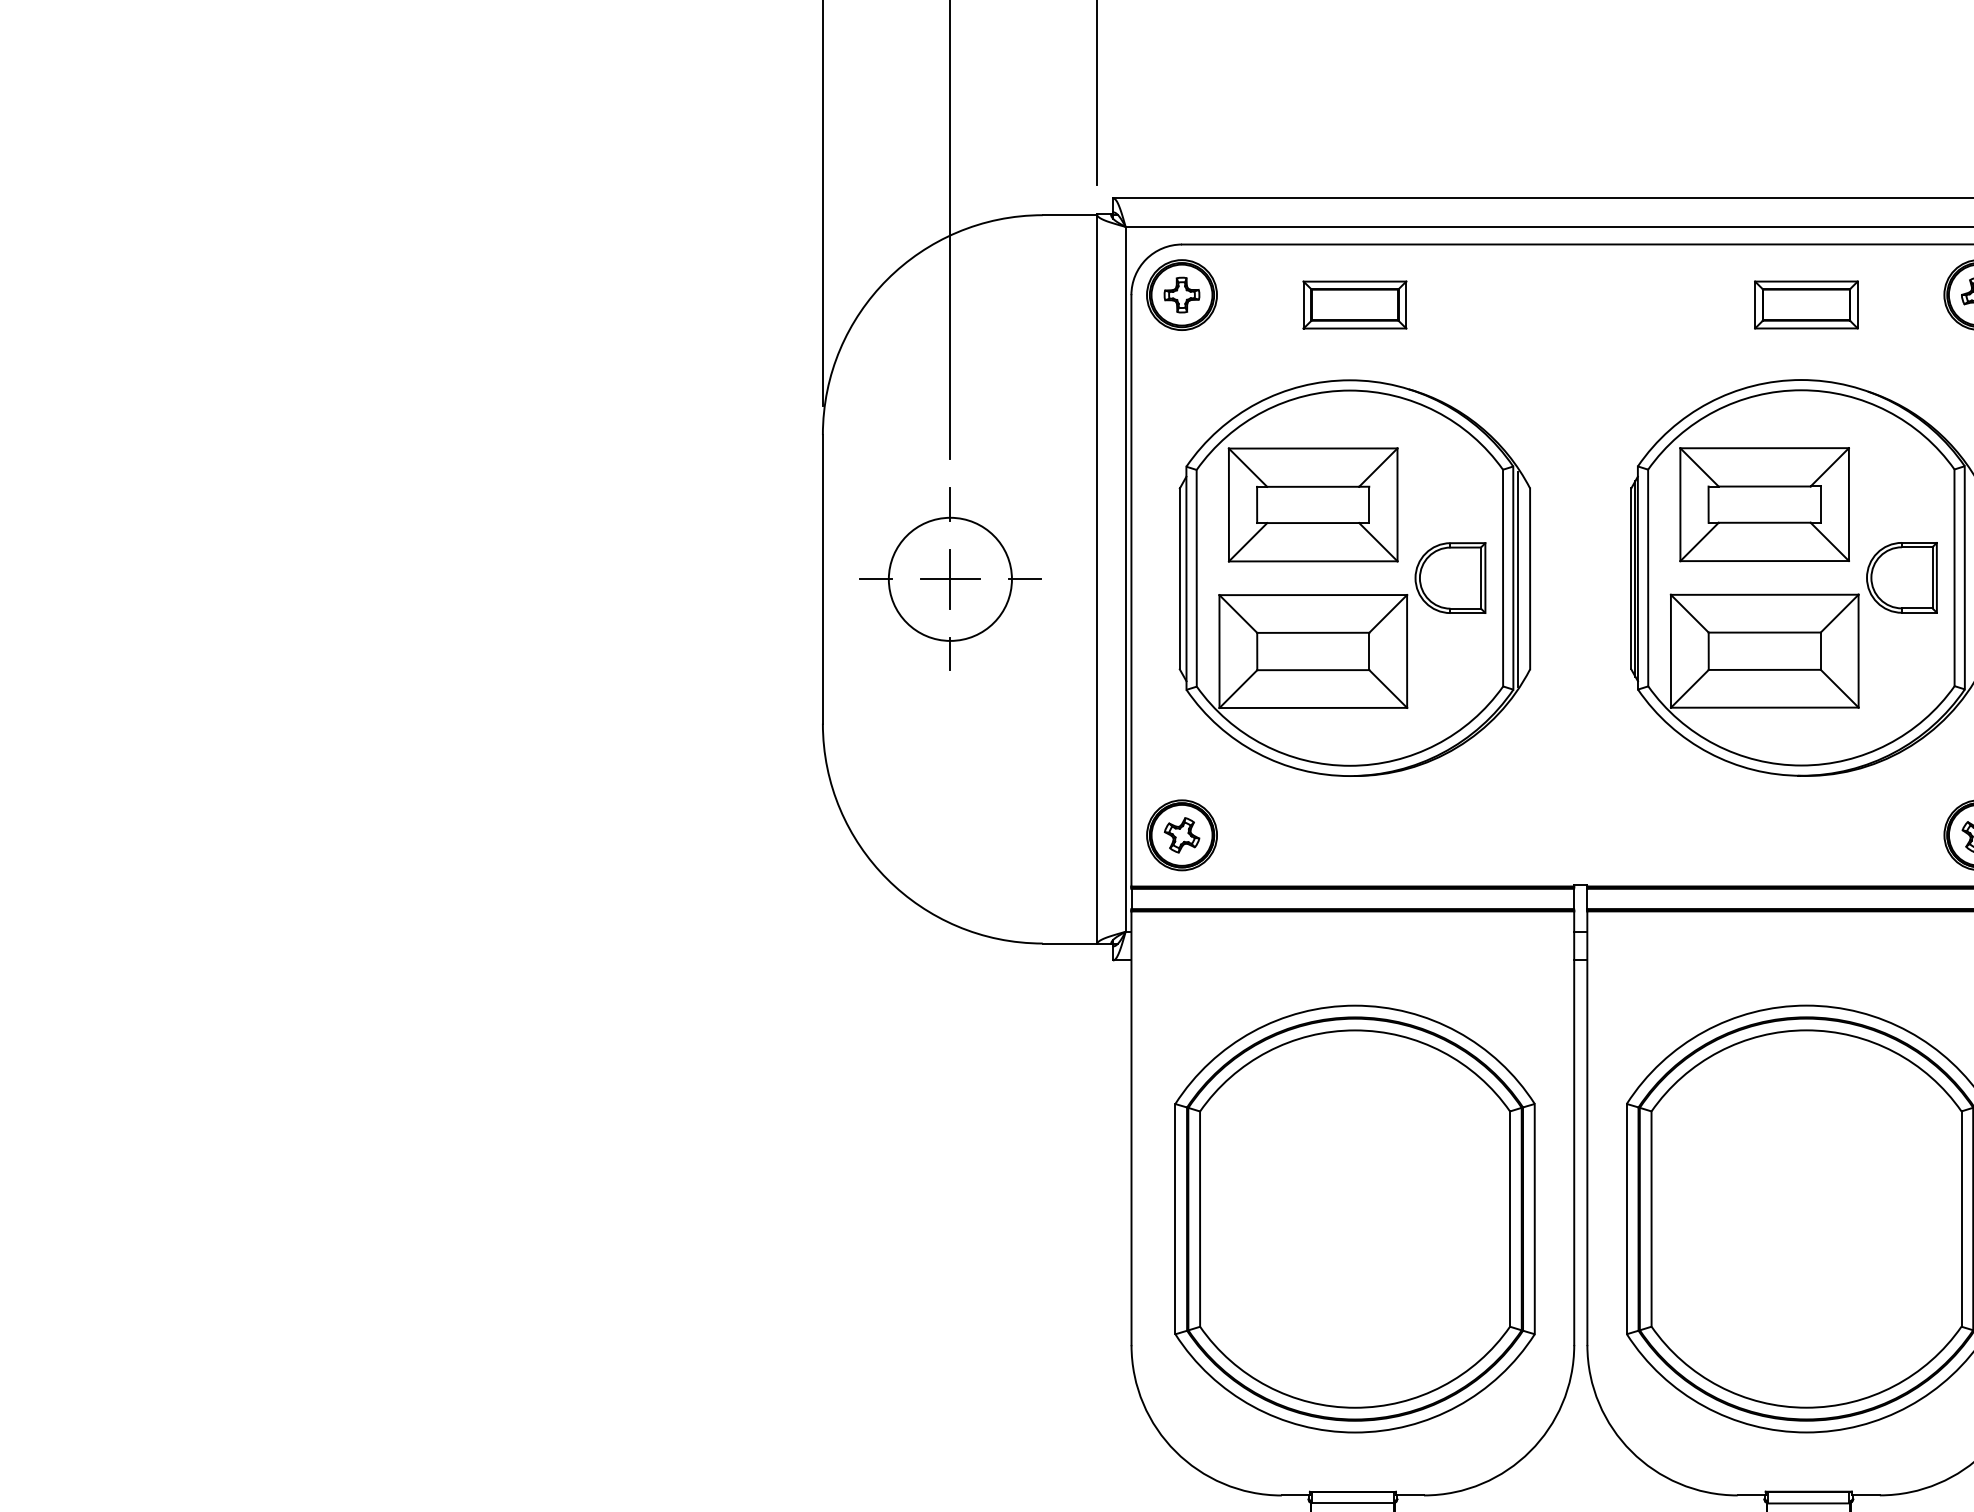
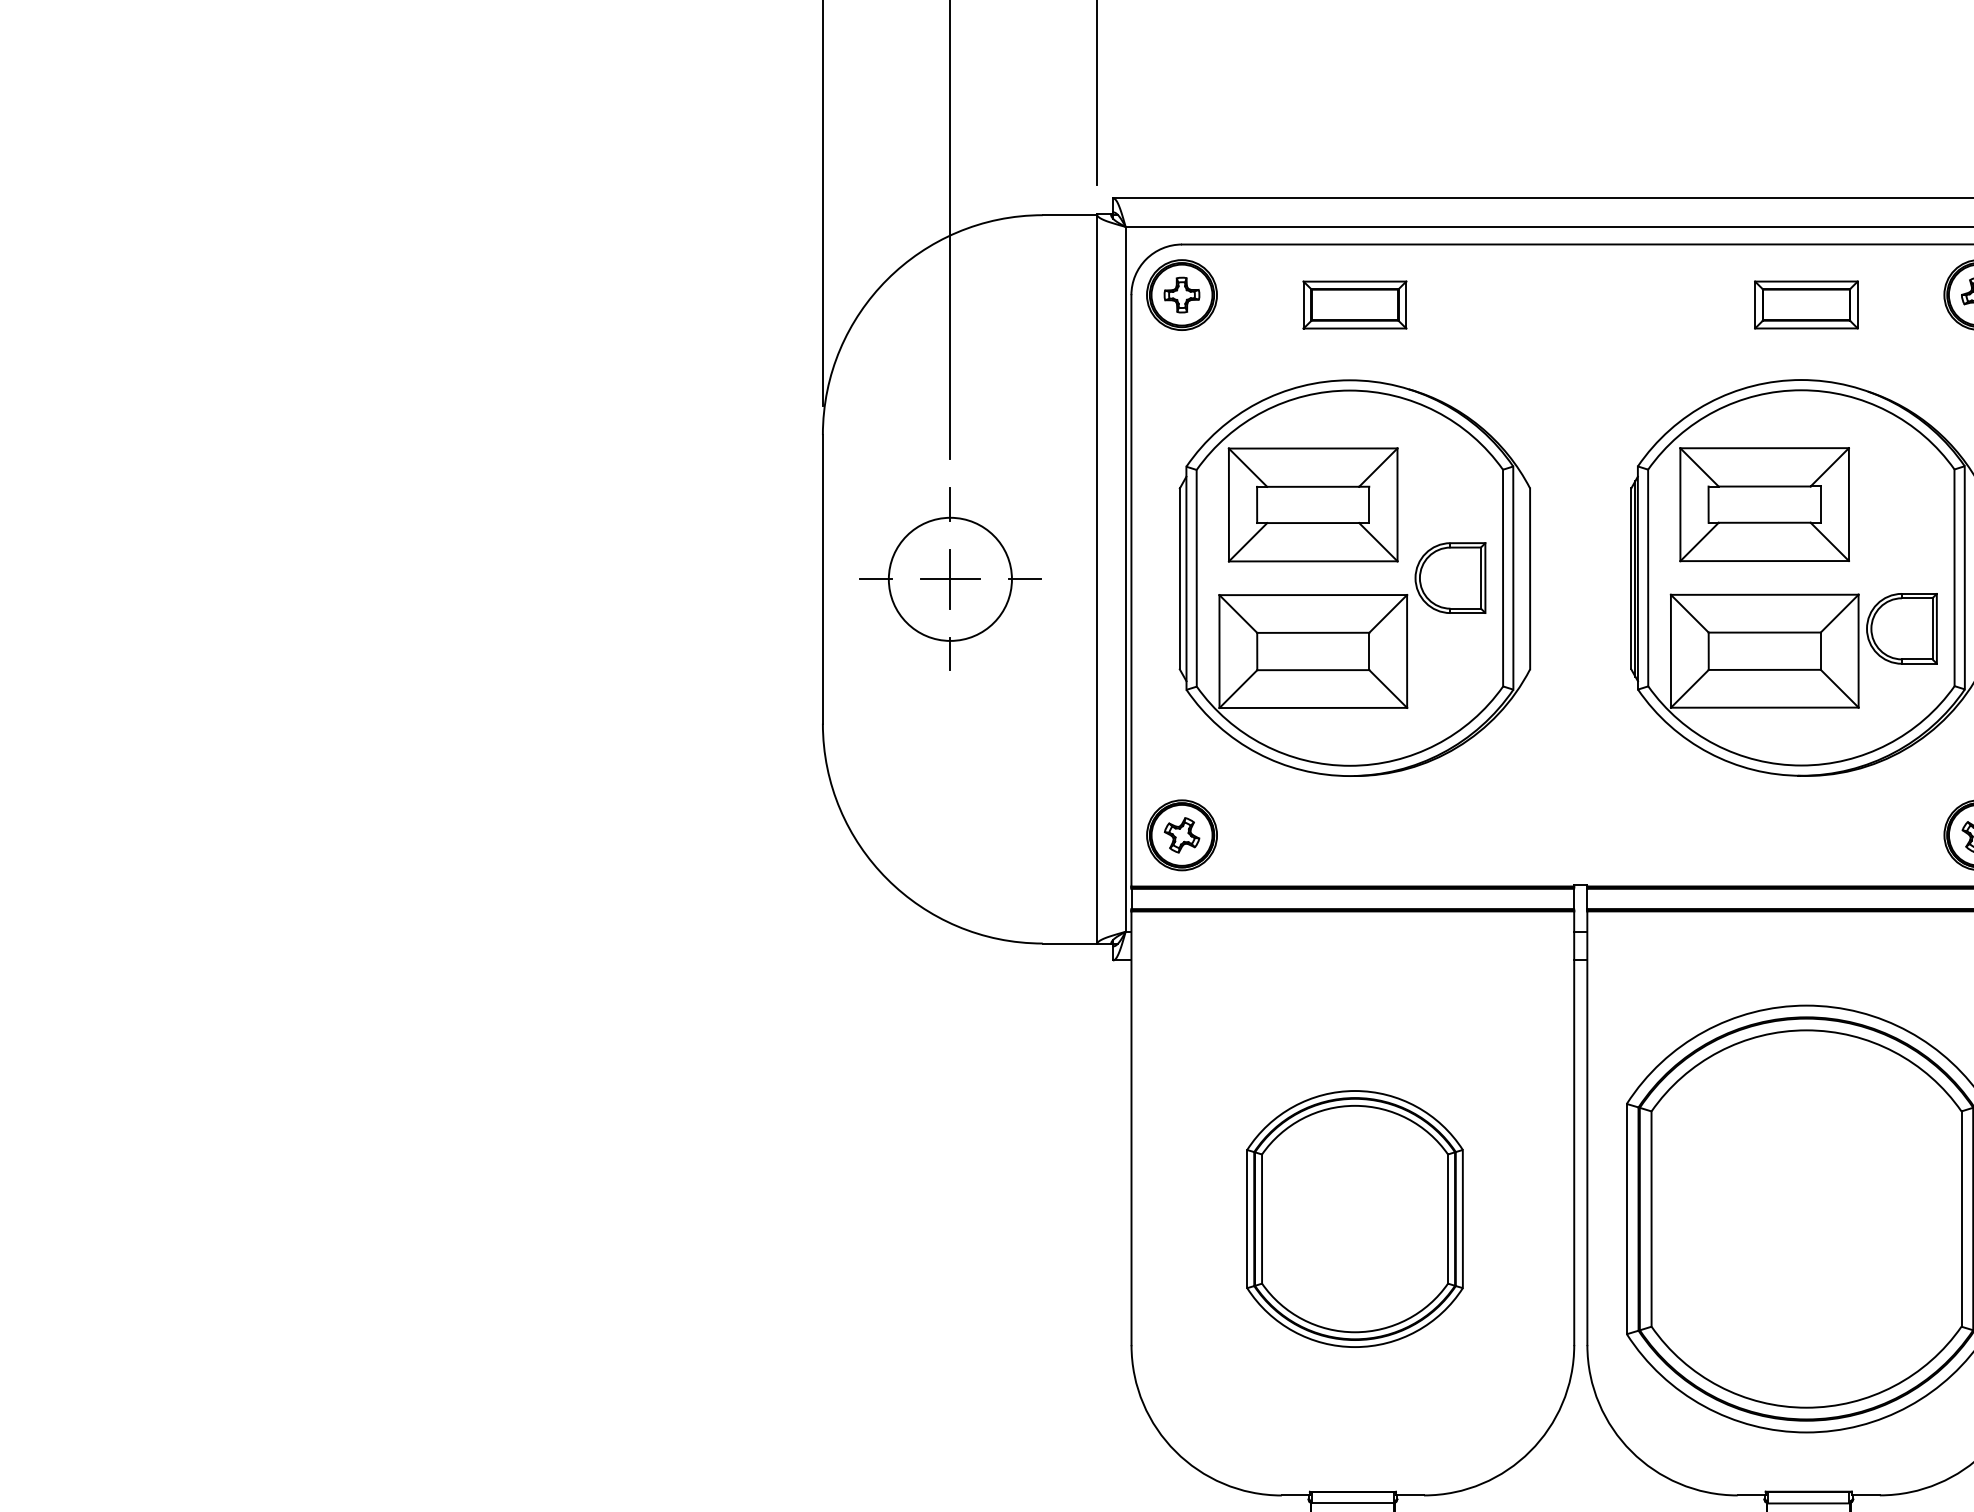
part at (1901, 577) position: (1901, 577) -> (1901, 628)
line at (1517, 579): present -> none
part at (1354, 1218) size: 362x430 px -> 218x258 px
